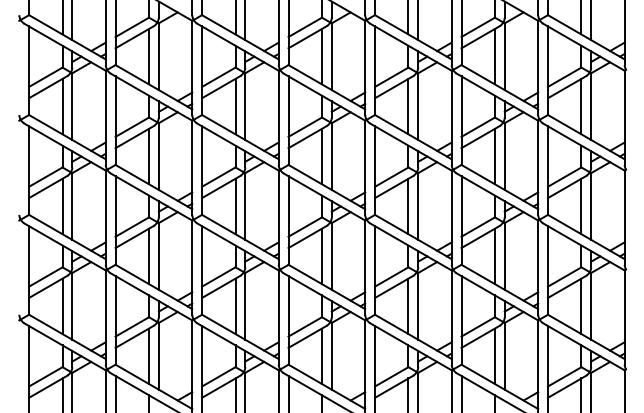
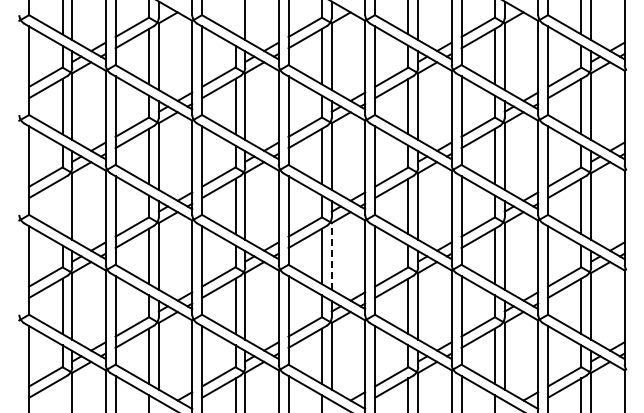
line at (235, 18): present -> none
line at (62, 206): present -> none
line at (331, 255): solid -> dashed
line at (62, 393): present -> none
